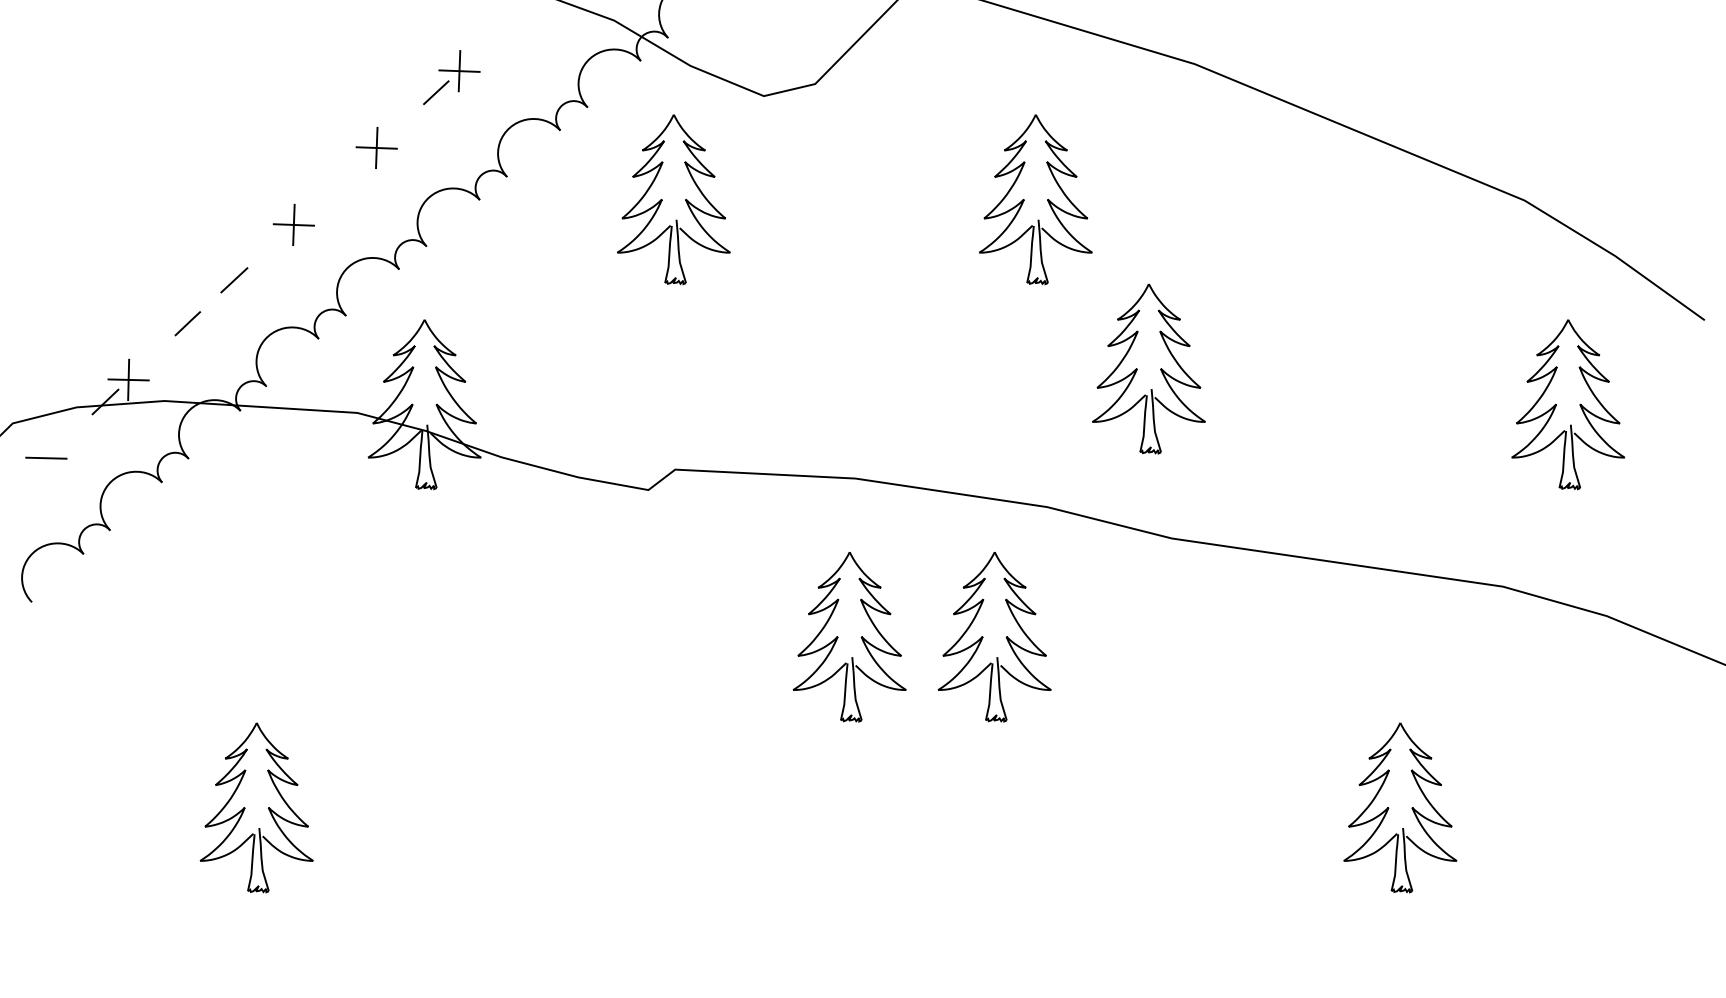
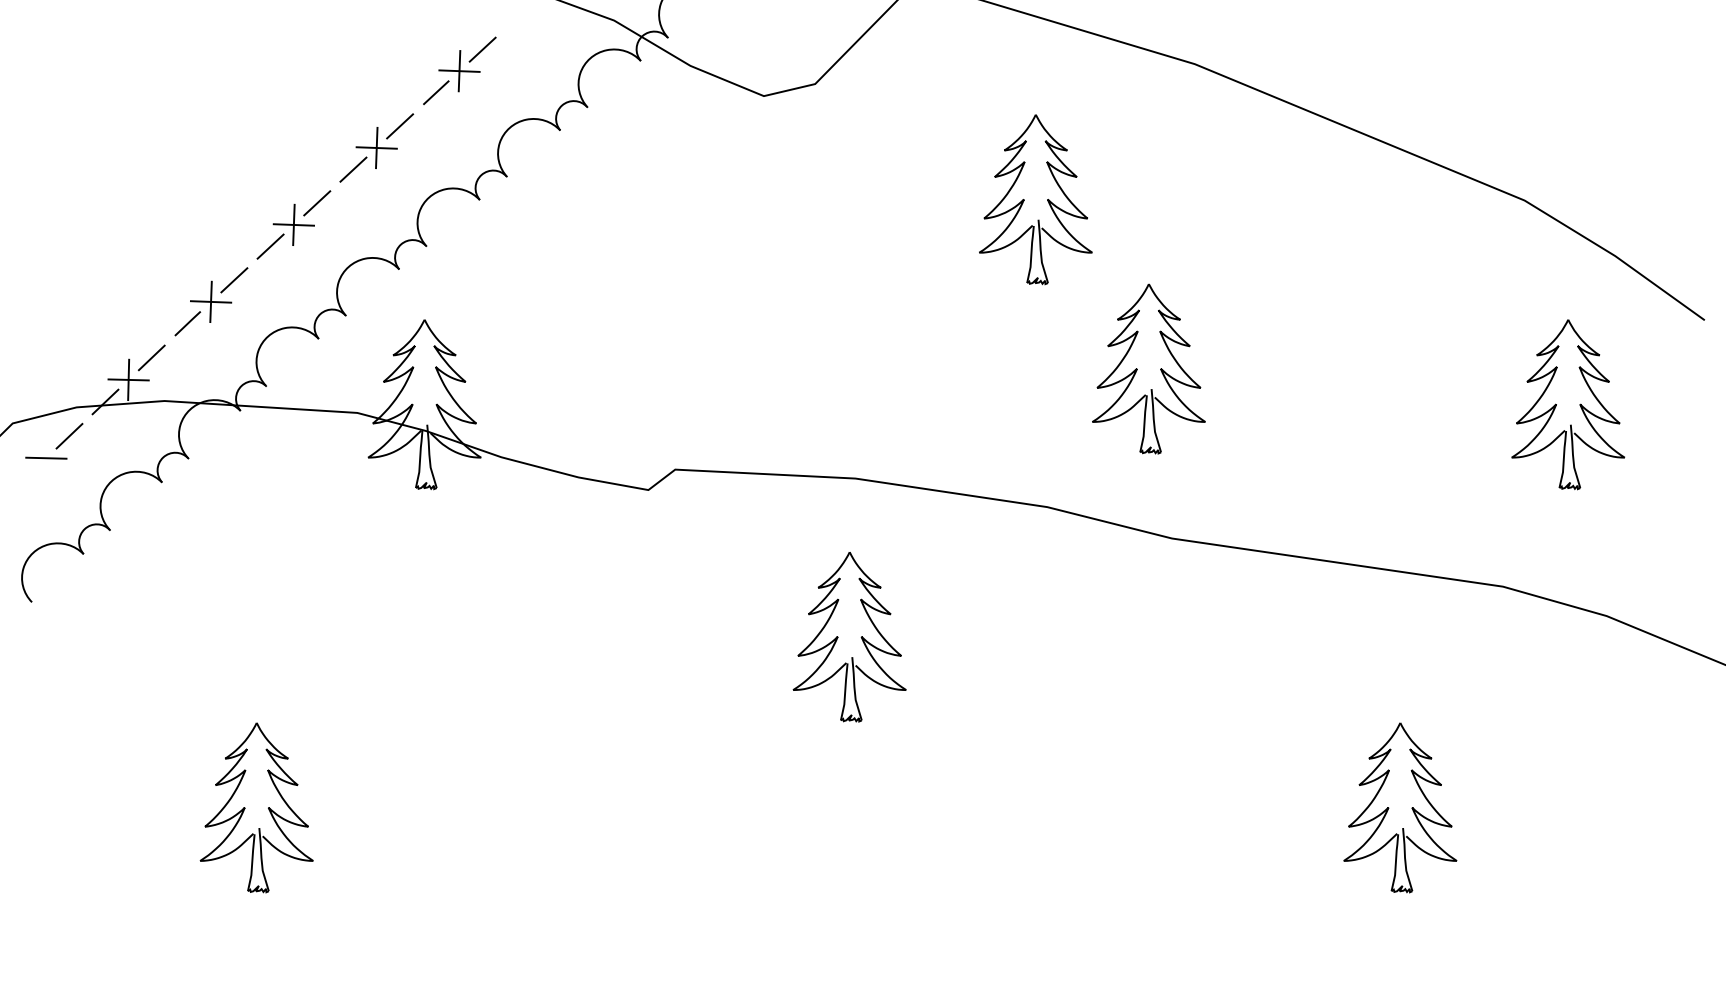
line at (482, 49): none -> present
line at (400, 126): none -> present
line at (353, 169): none -> present
part at (673, 199): present -> none
line at (317, 203): none -> present
line at (270, 246): none -> present
part at (211, 301): none -> present
line at (151, 357): none -> present
line at (69, 436): none -> present
part at (994, 637): present -> none
